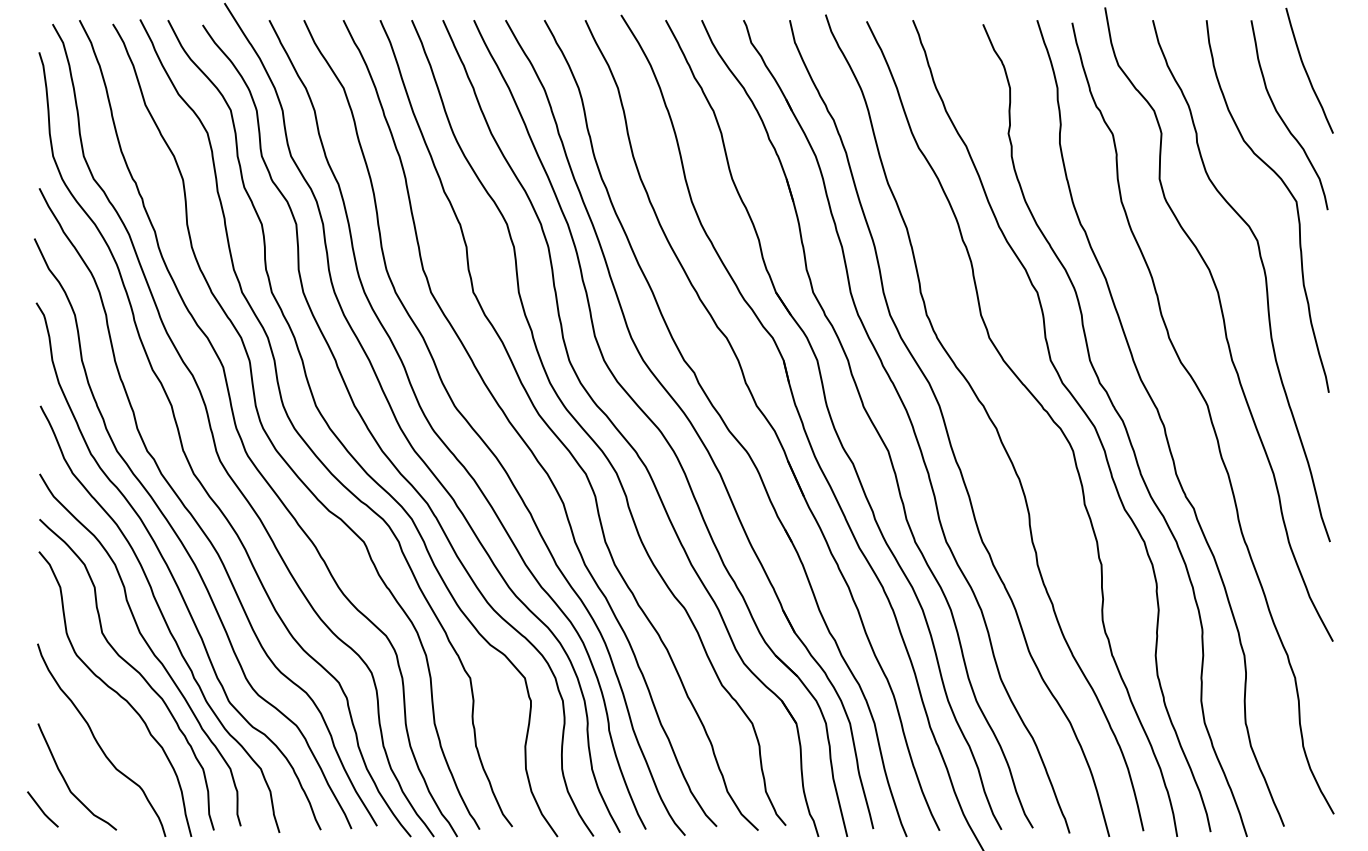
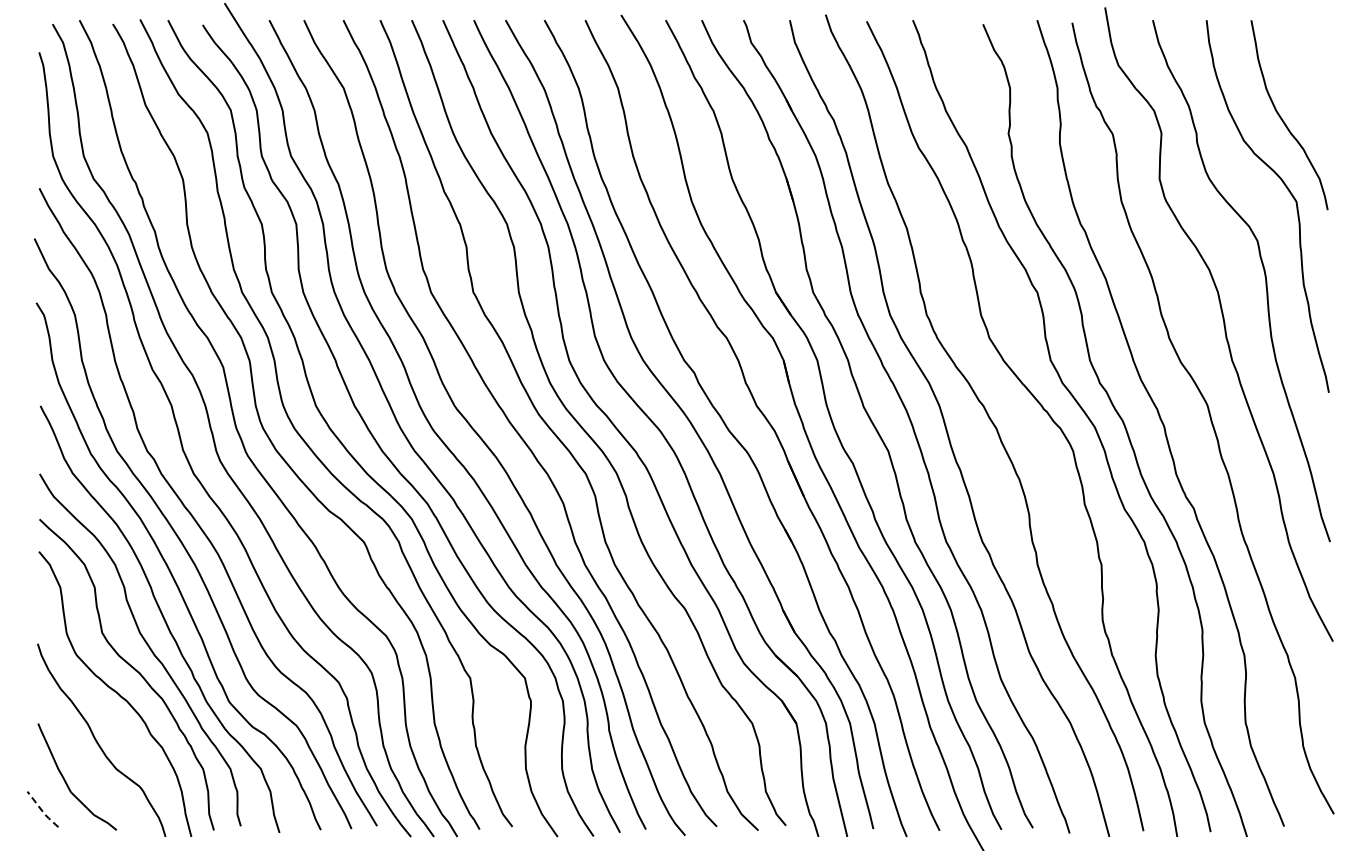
curve at (1307, 72): present -> none
line at (42, 811): solid -> dashed
